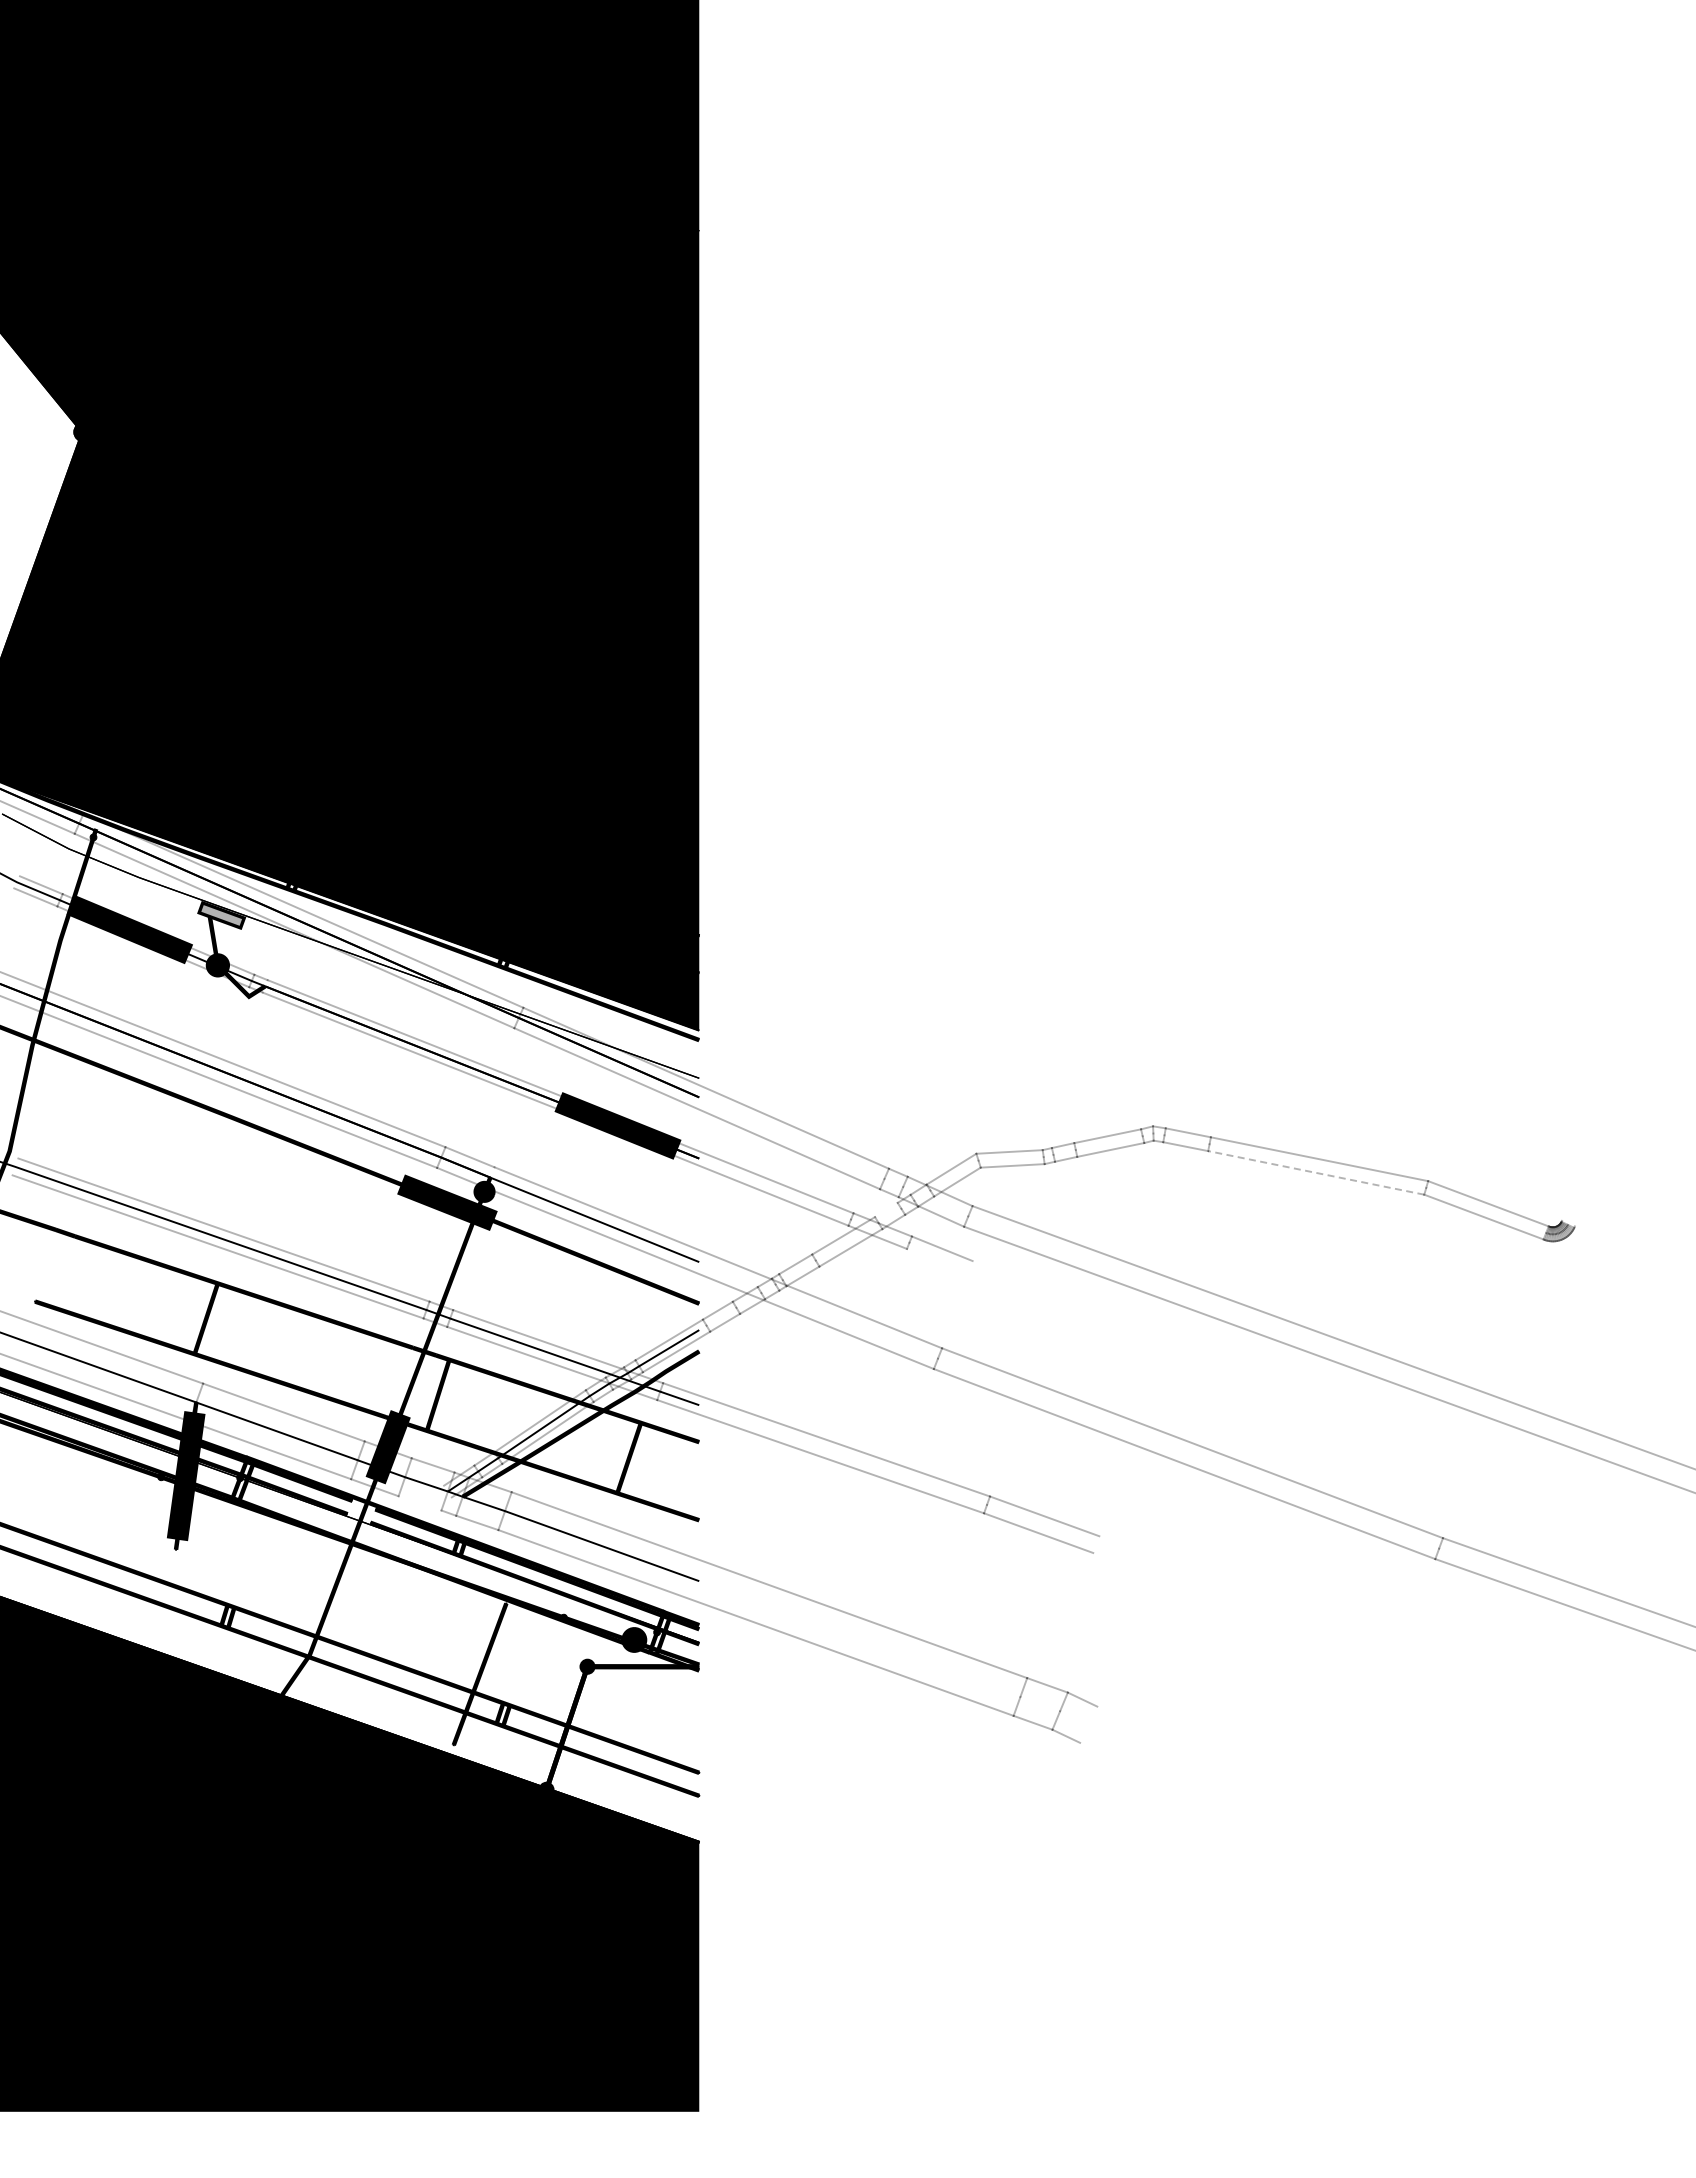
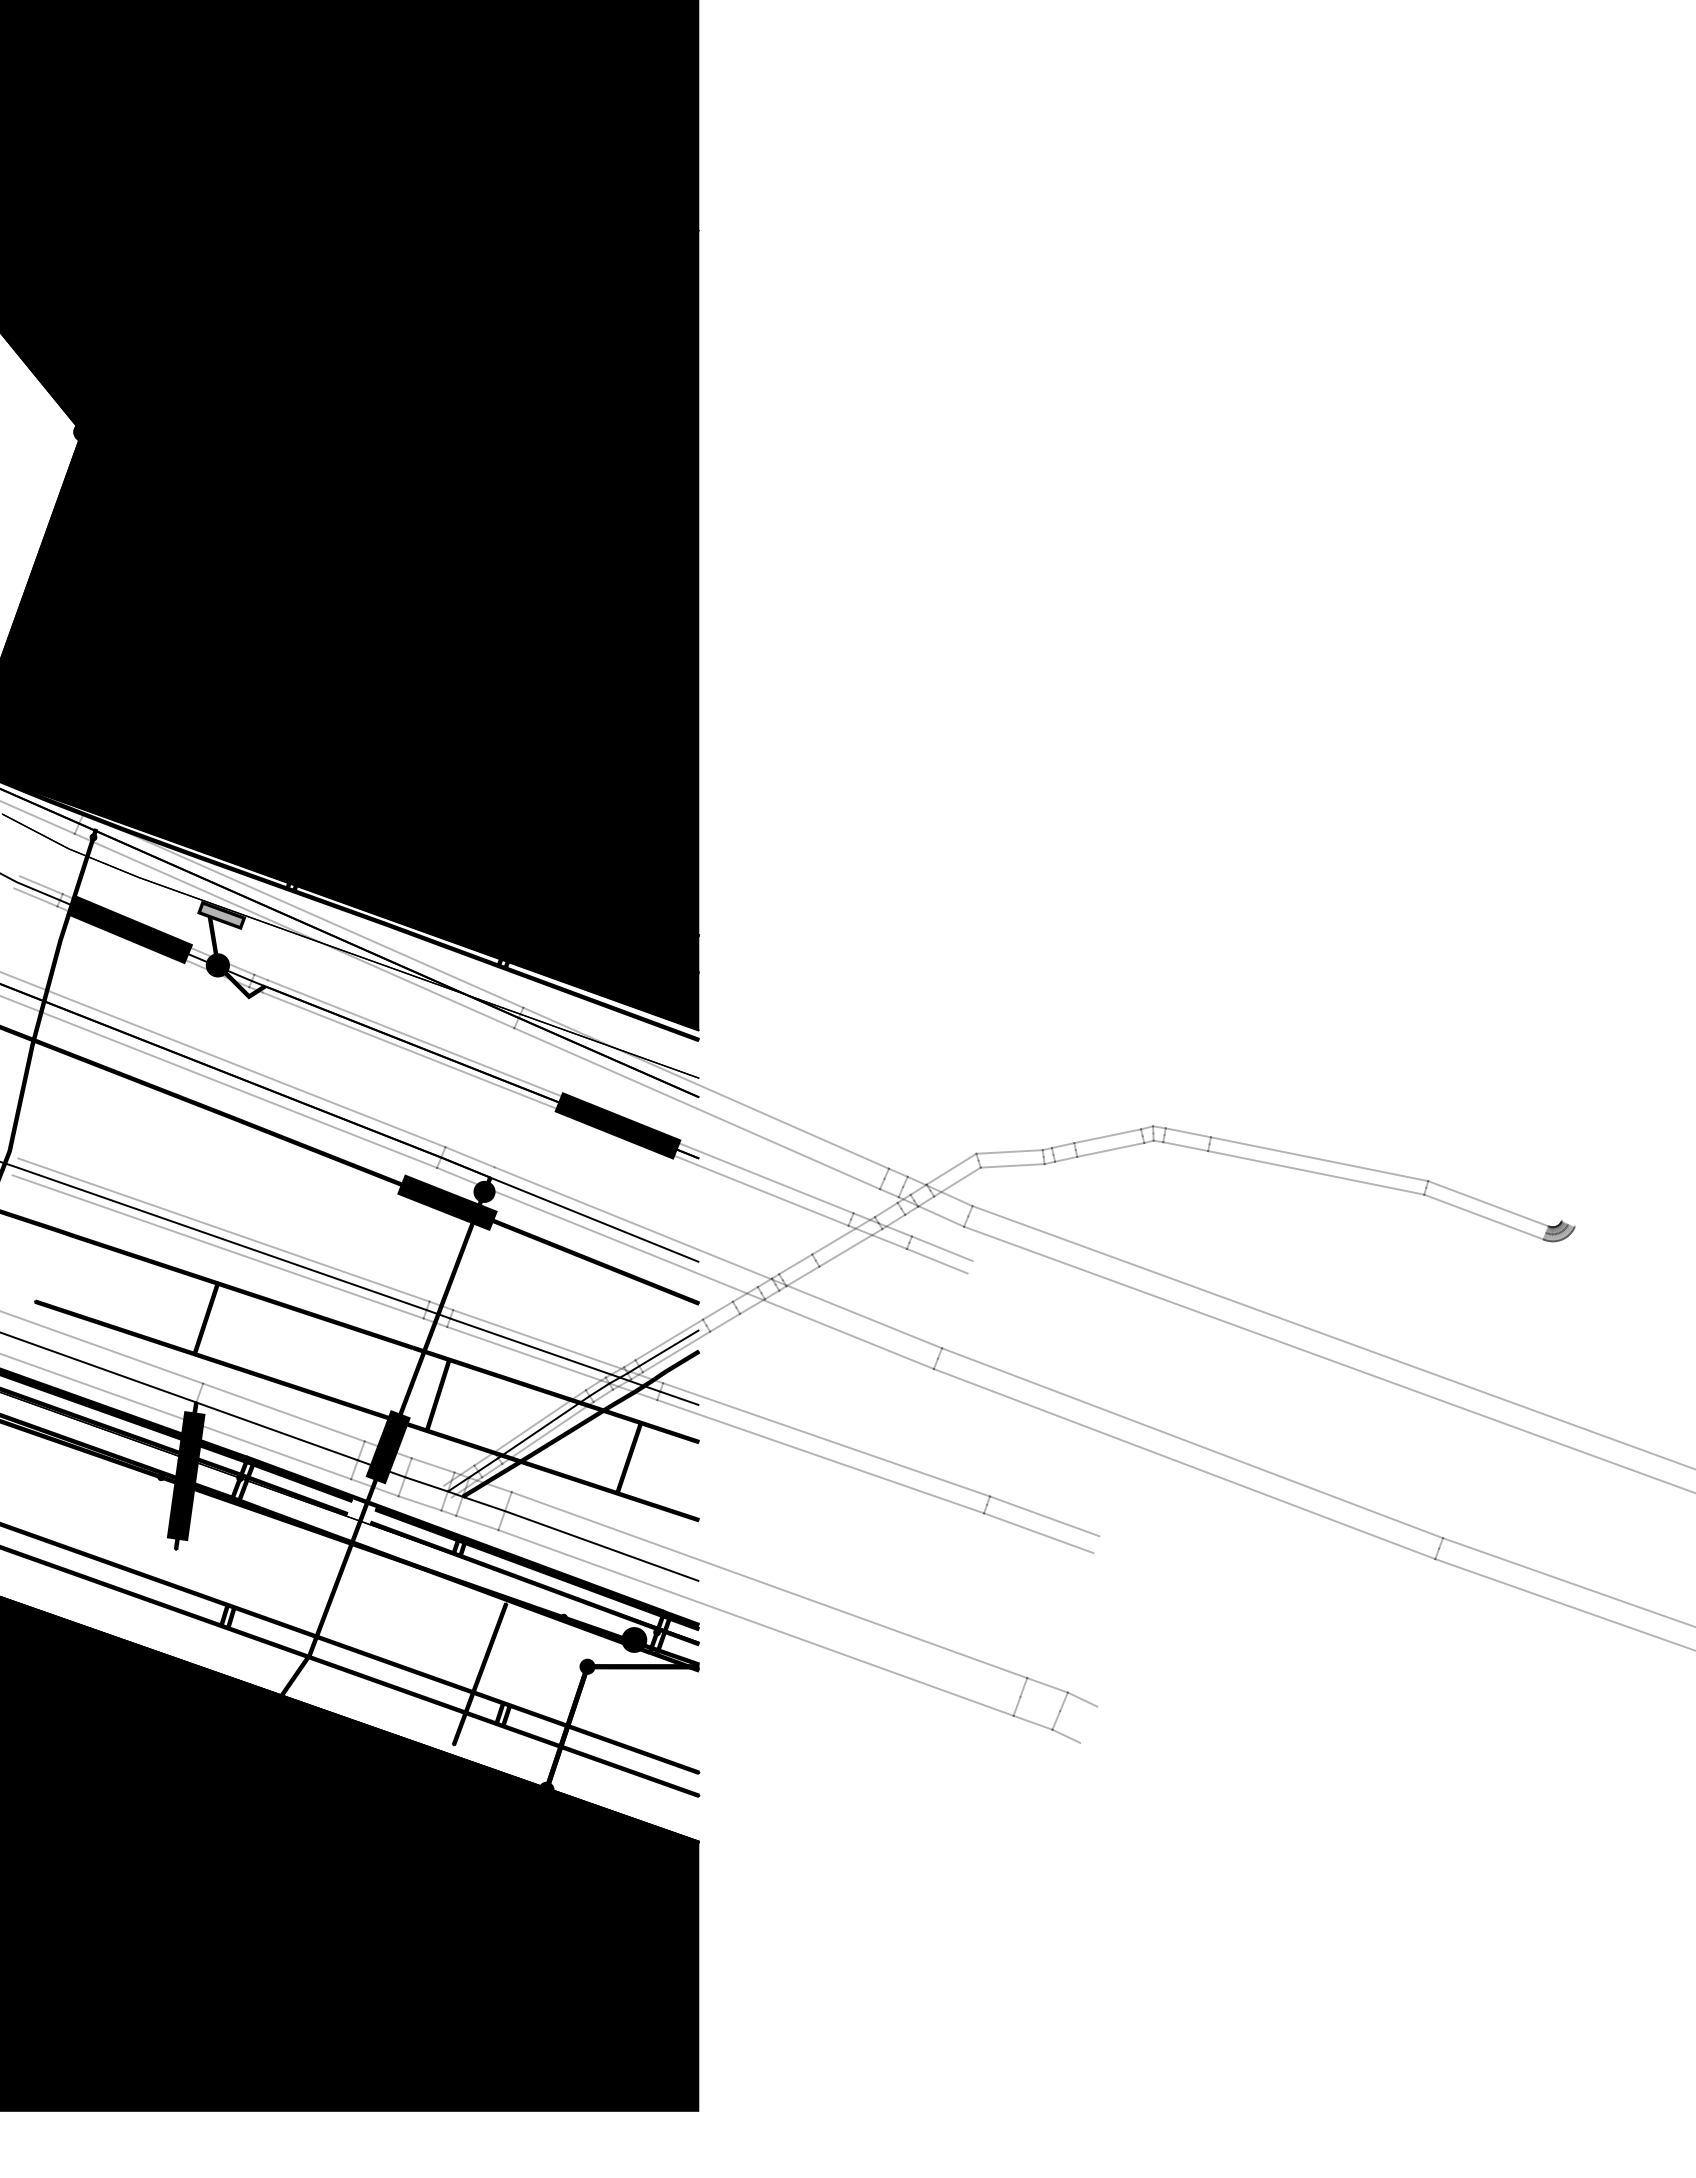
line at (1315, 1172): dashed -> solid
line at (886, 1209): none -> present
line at (937, 1260): none -> present
line at (419, 1503): none -> present
